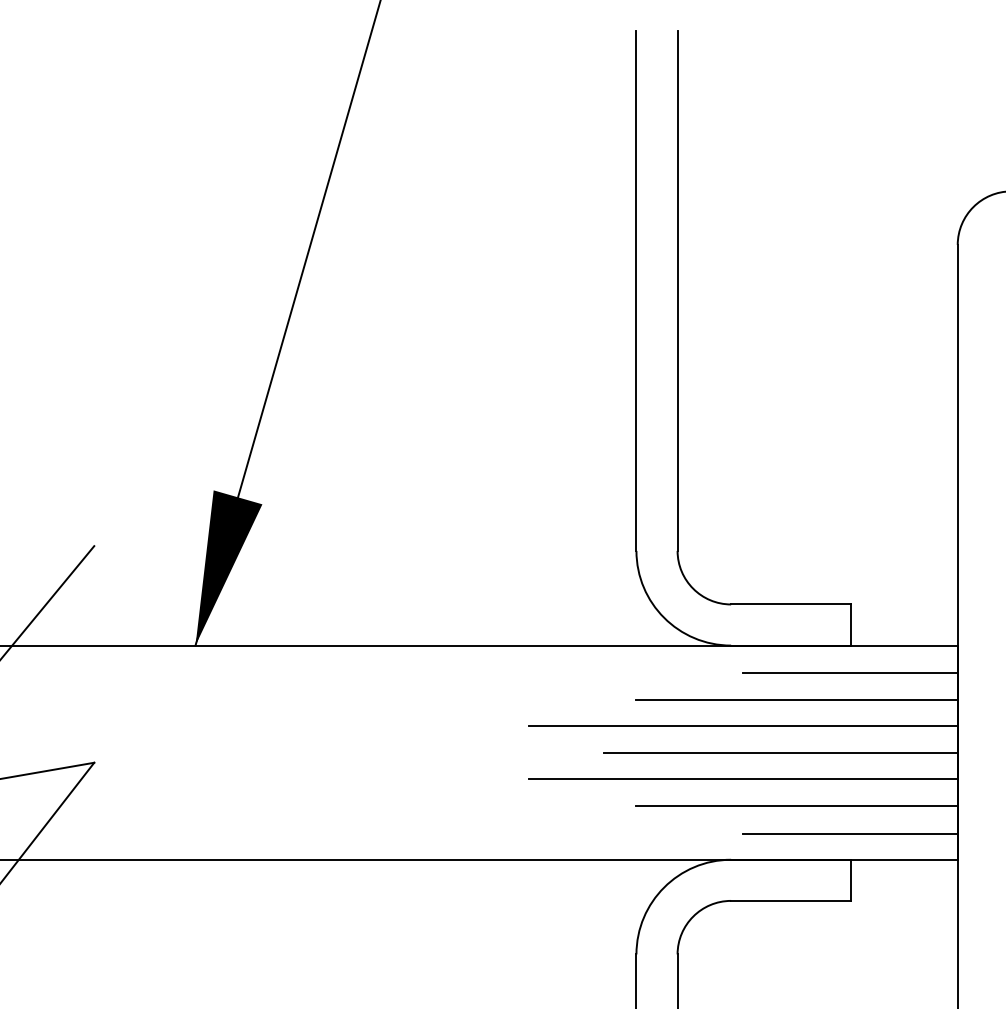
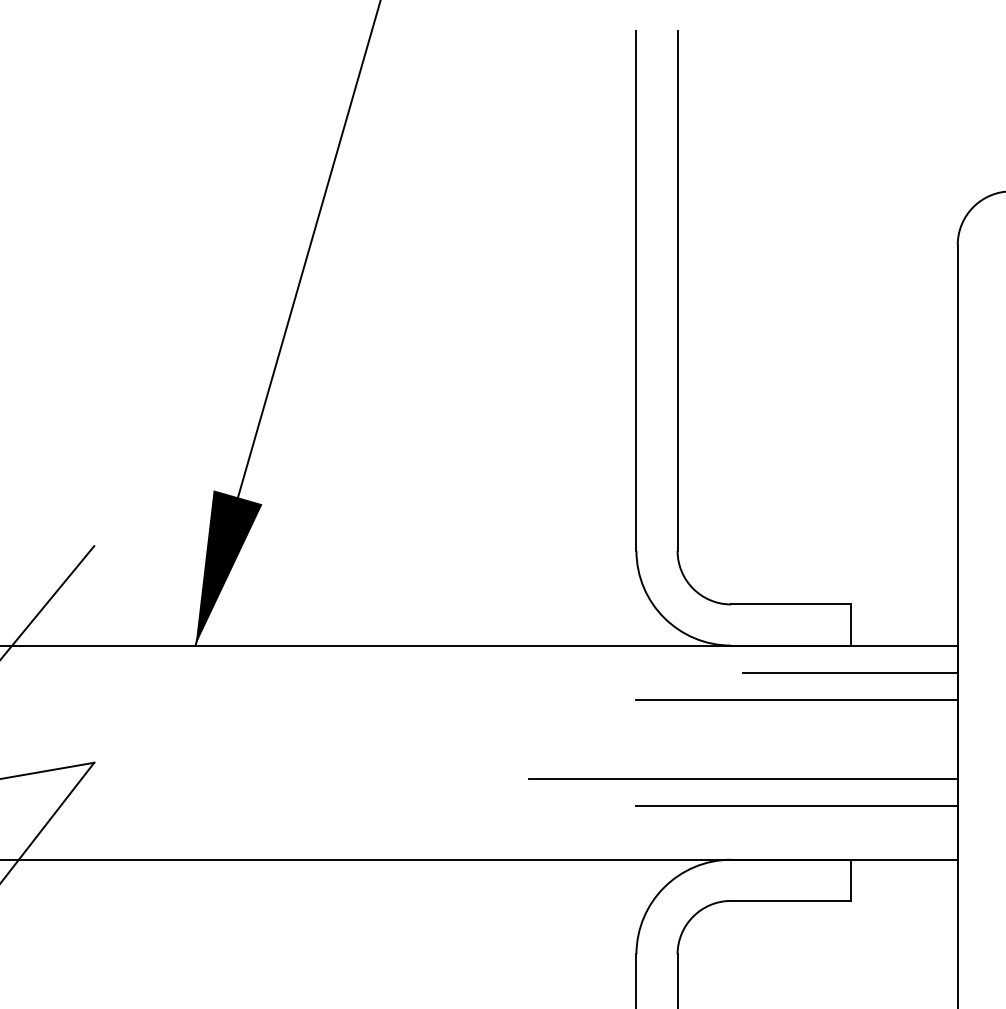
line at (742, 726): present -> none
line at (780, 752): present -> none
line at (850, 834): present -> none
